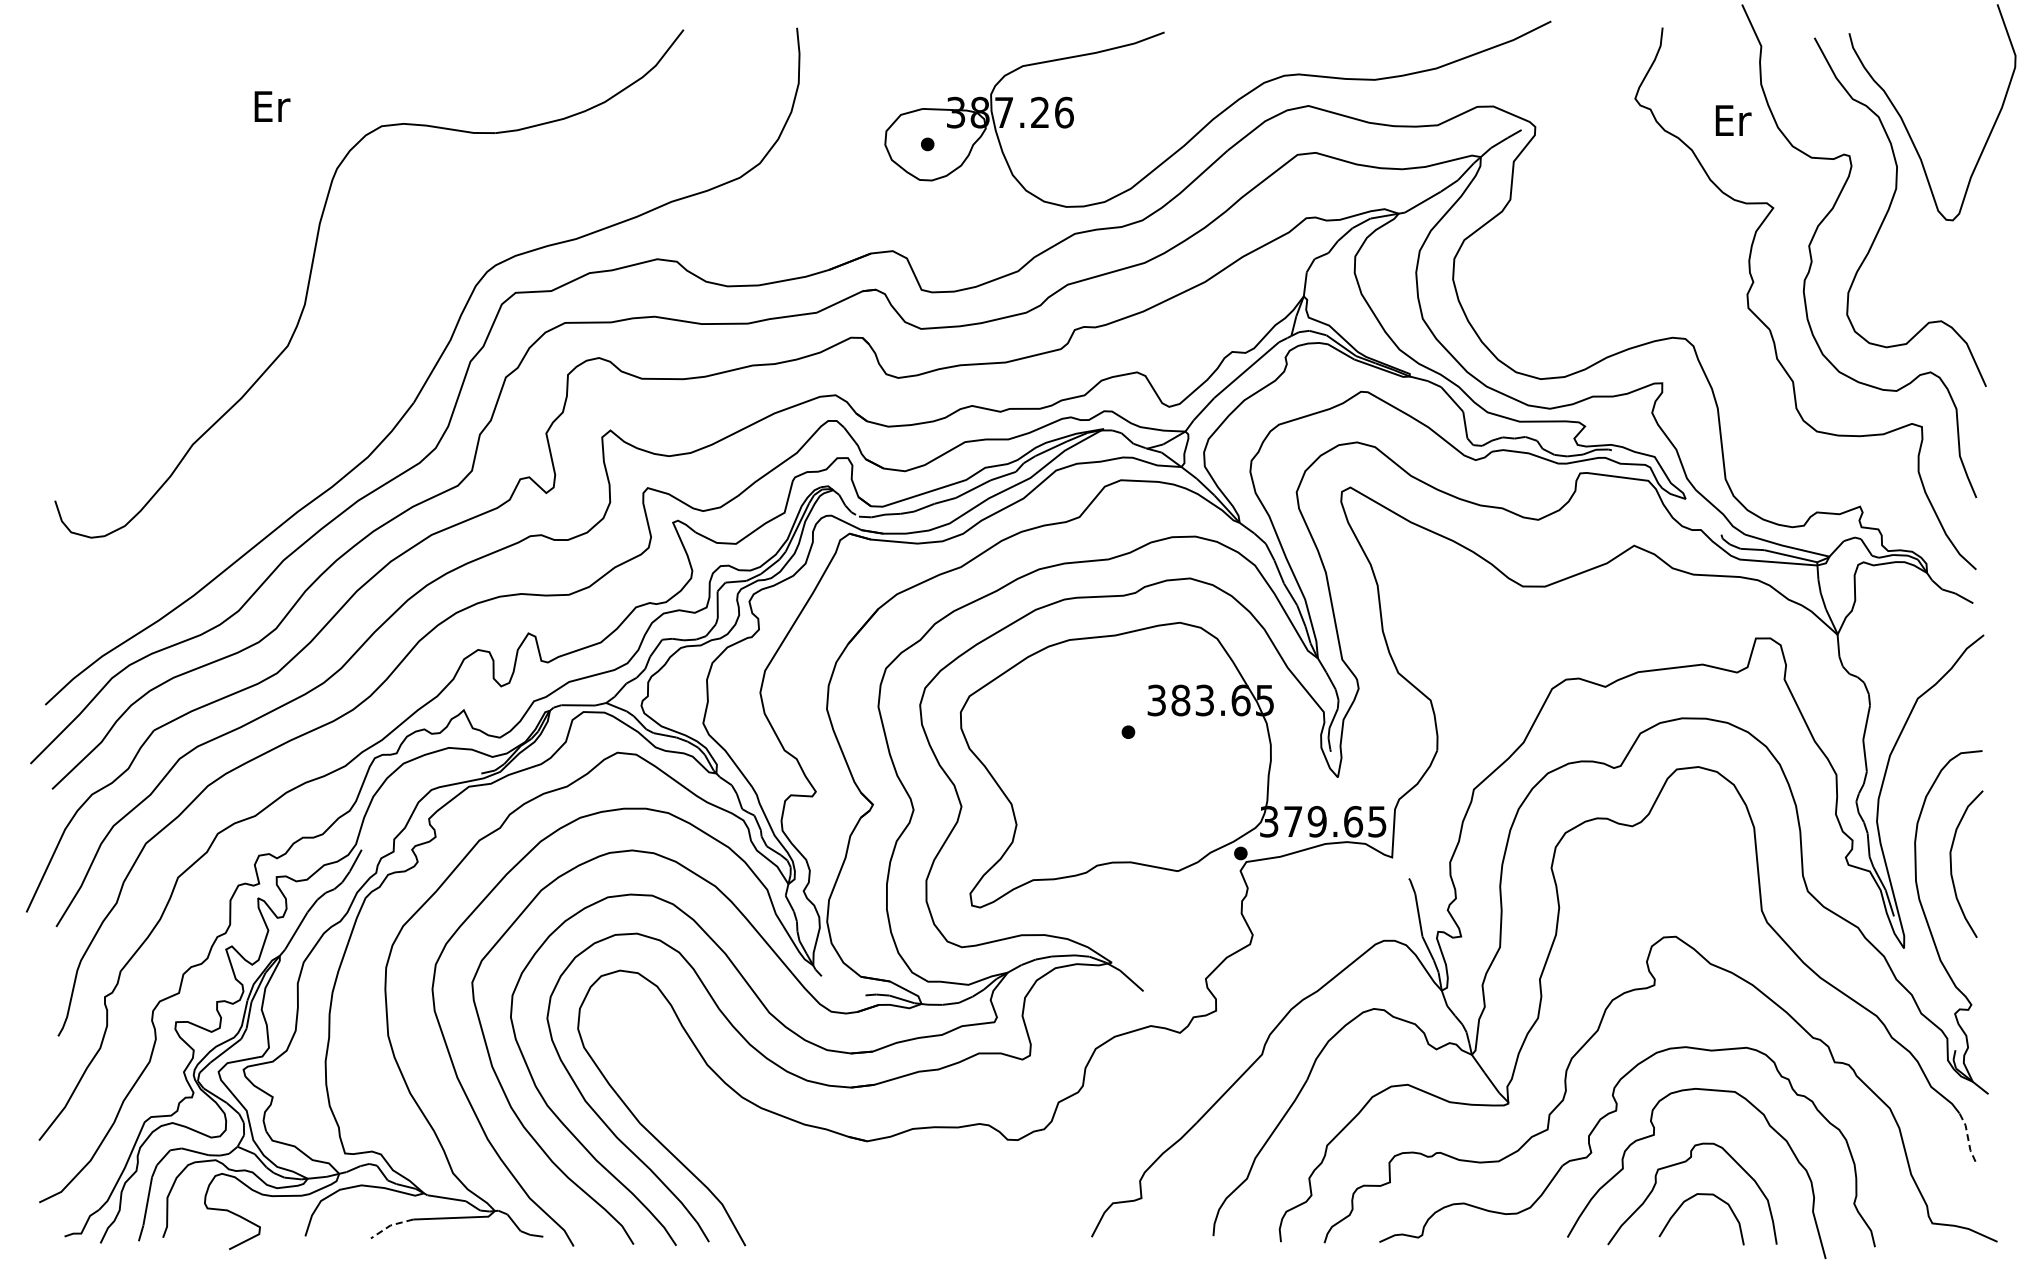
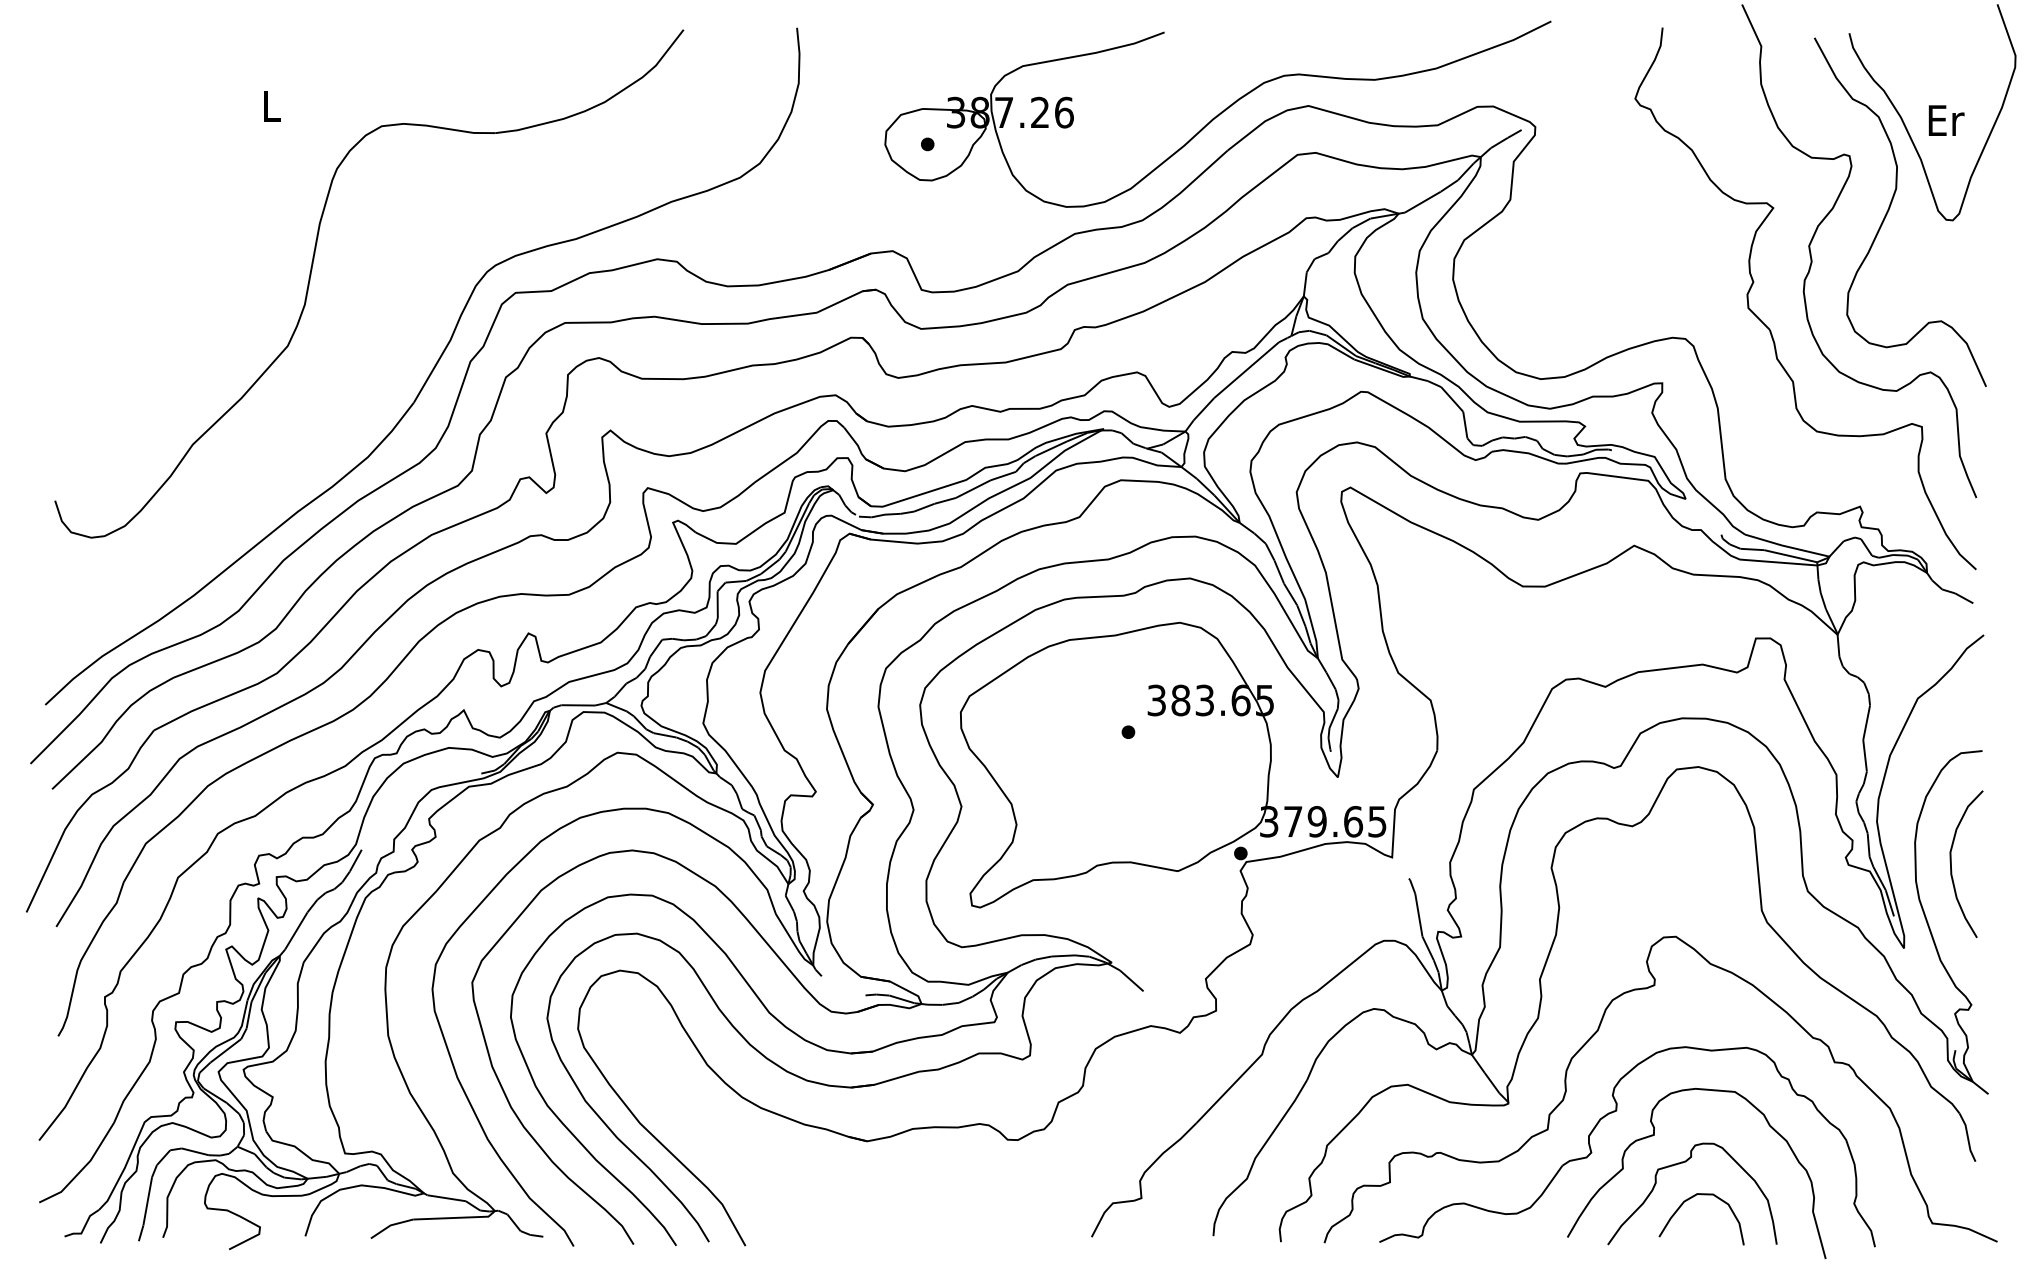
text at (272, 106): Er -> L
text at (1733, 120) position: (1733, 120) -> (1946, 120)
line at (1967, 1136): dashed -> solid
line at (390, 1225): dashed -> solid
